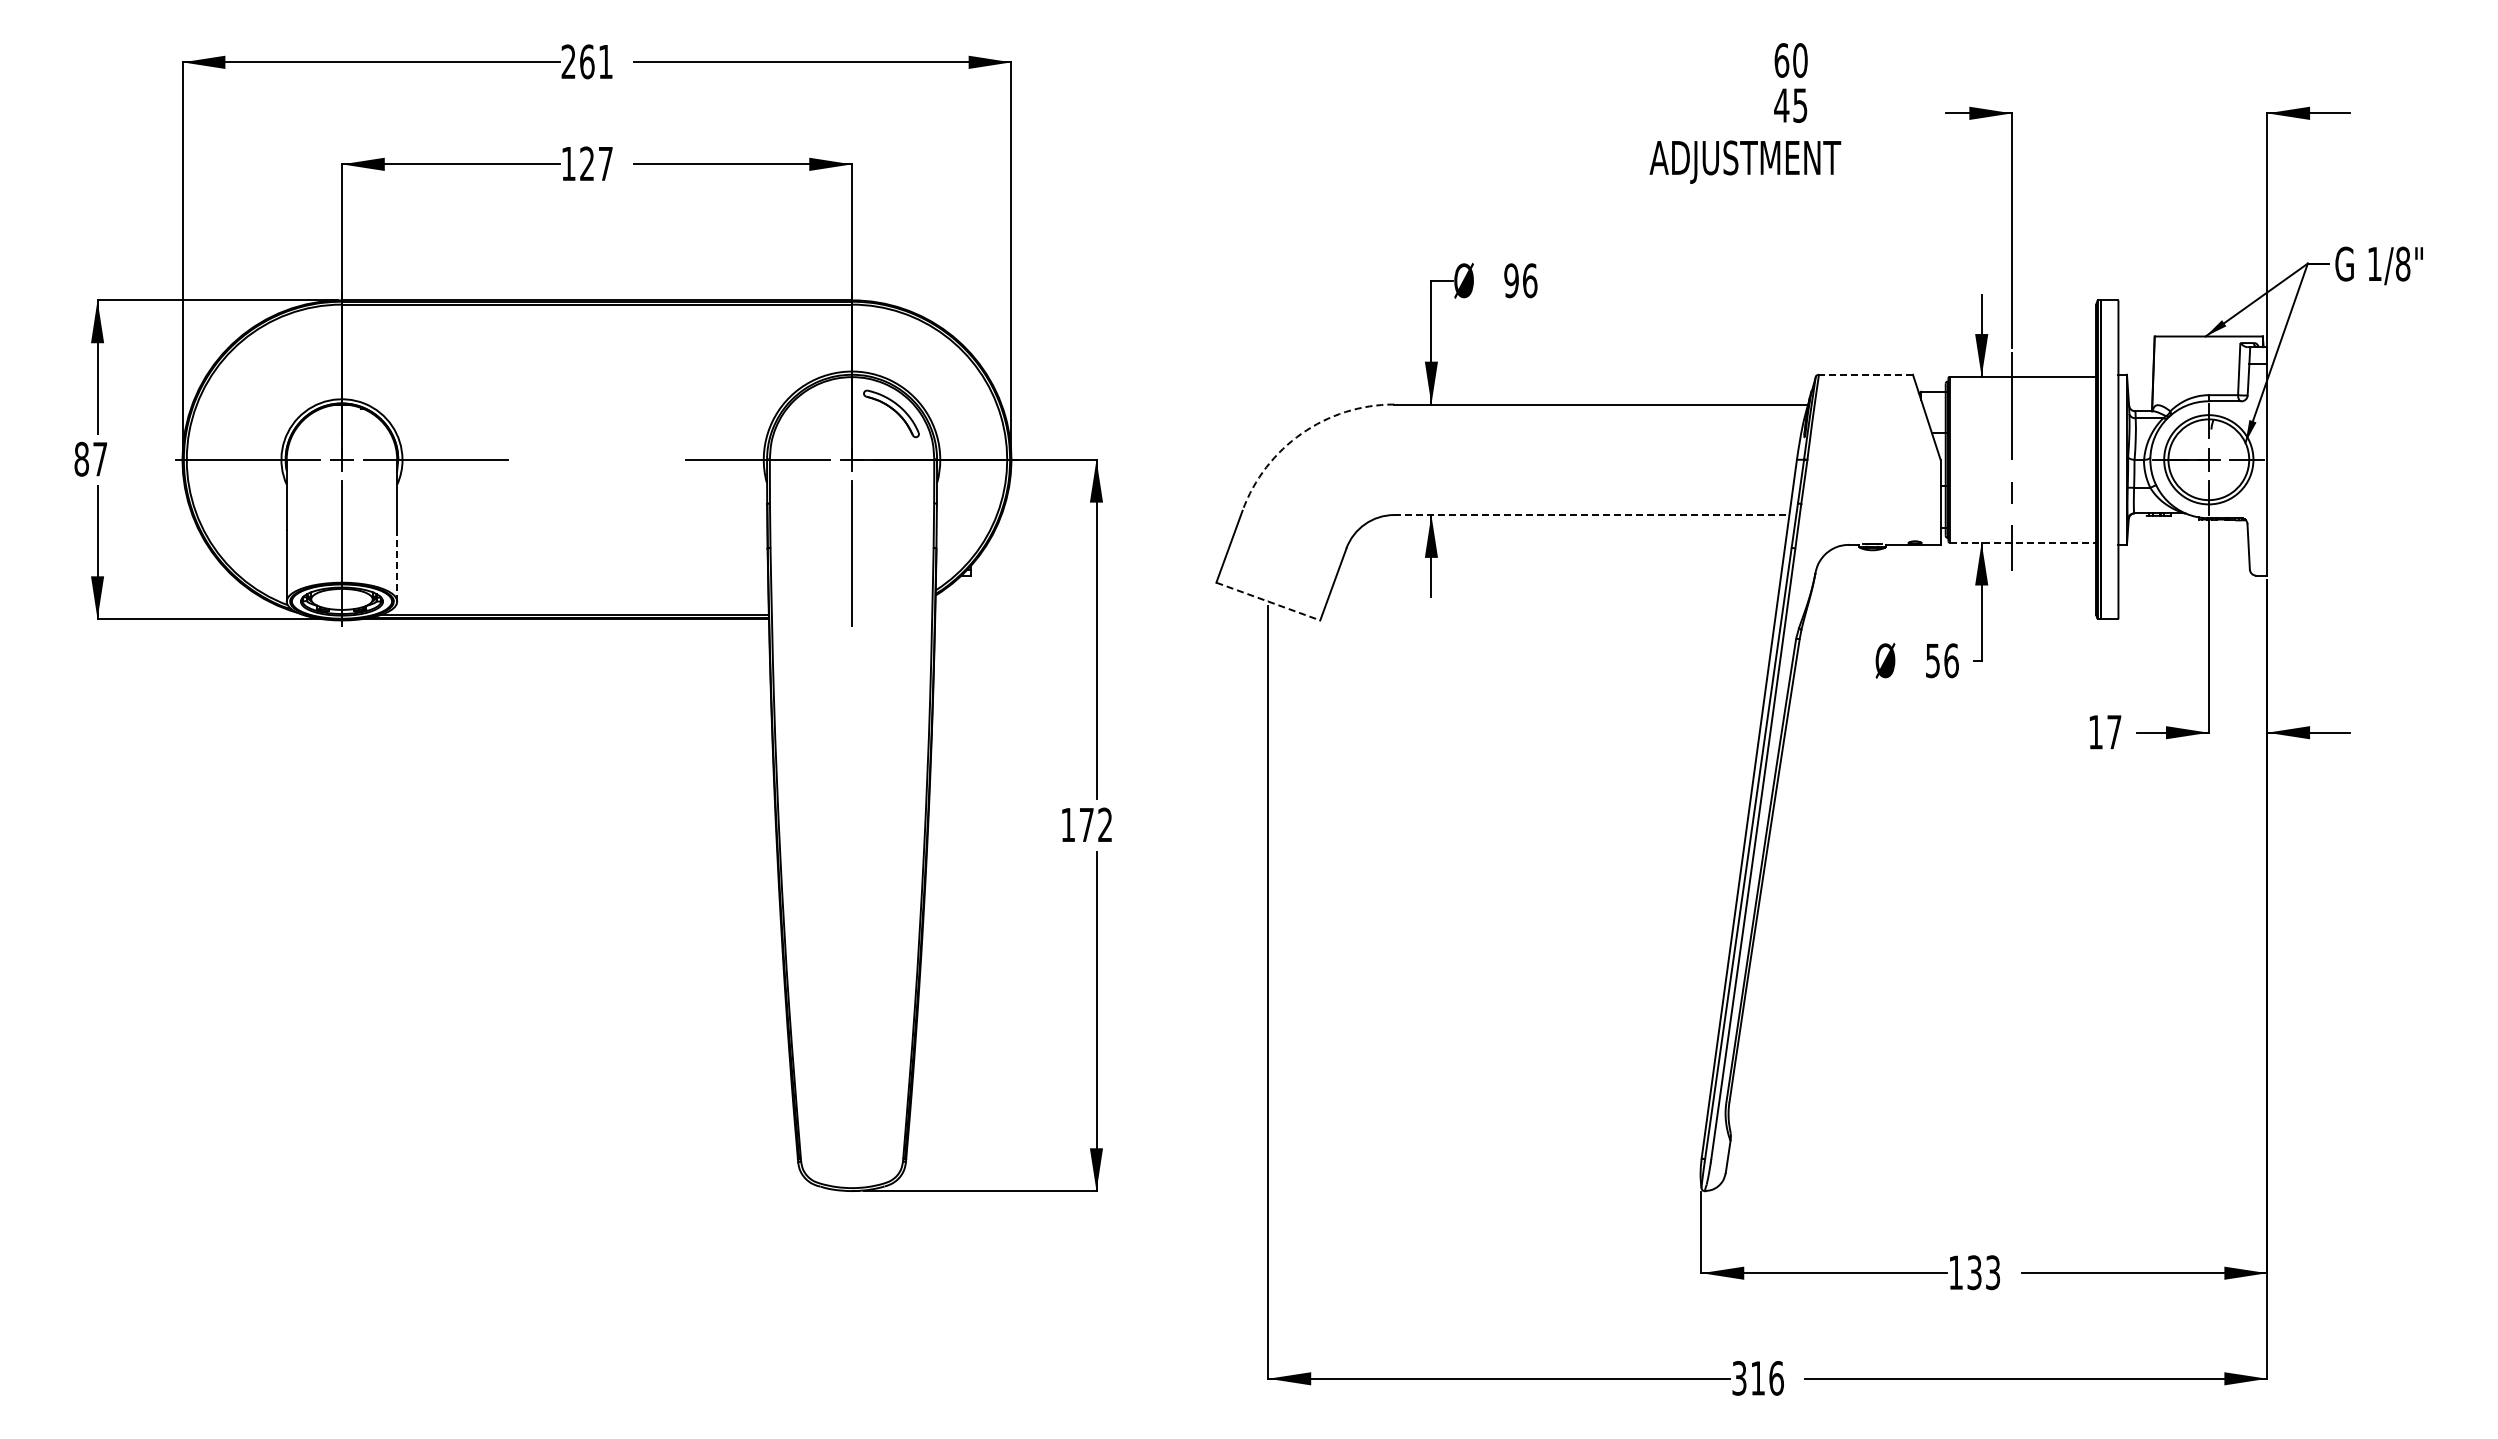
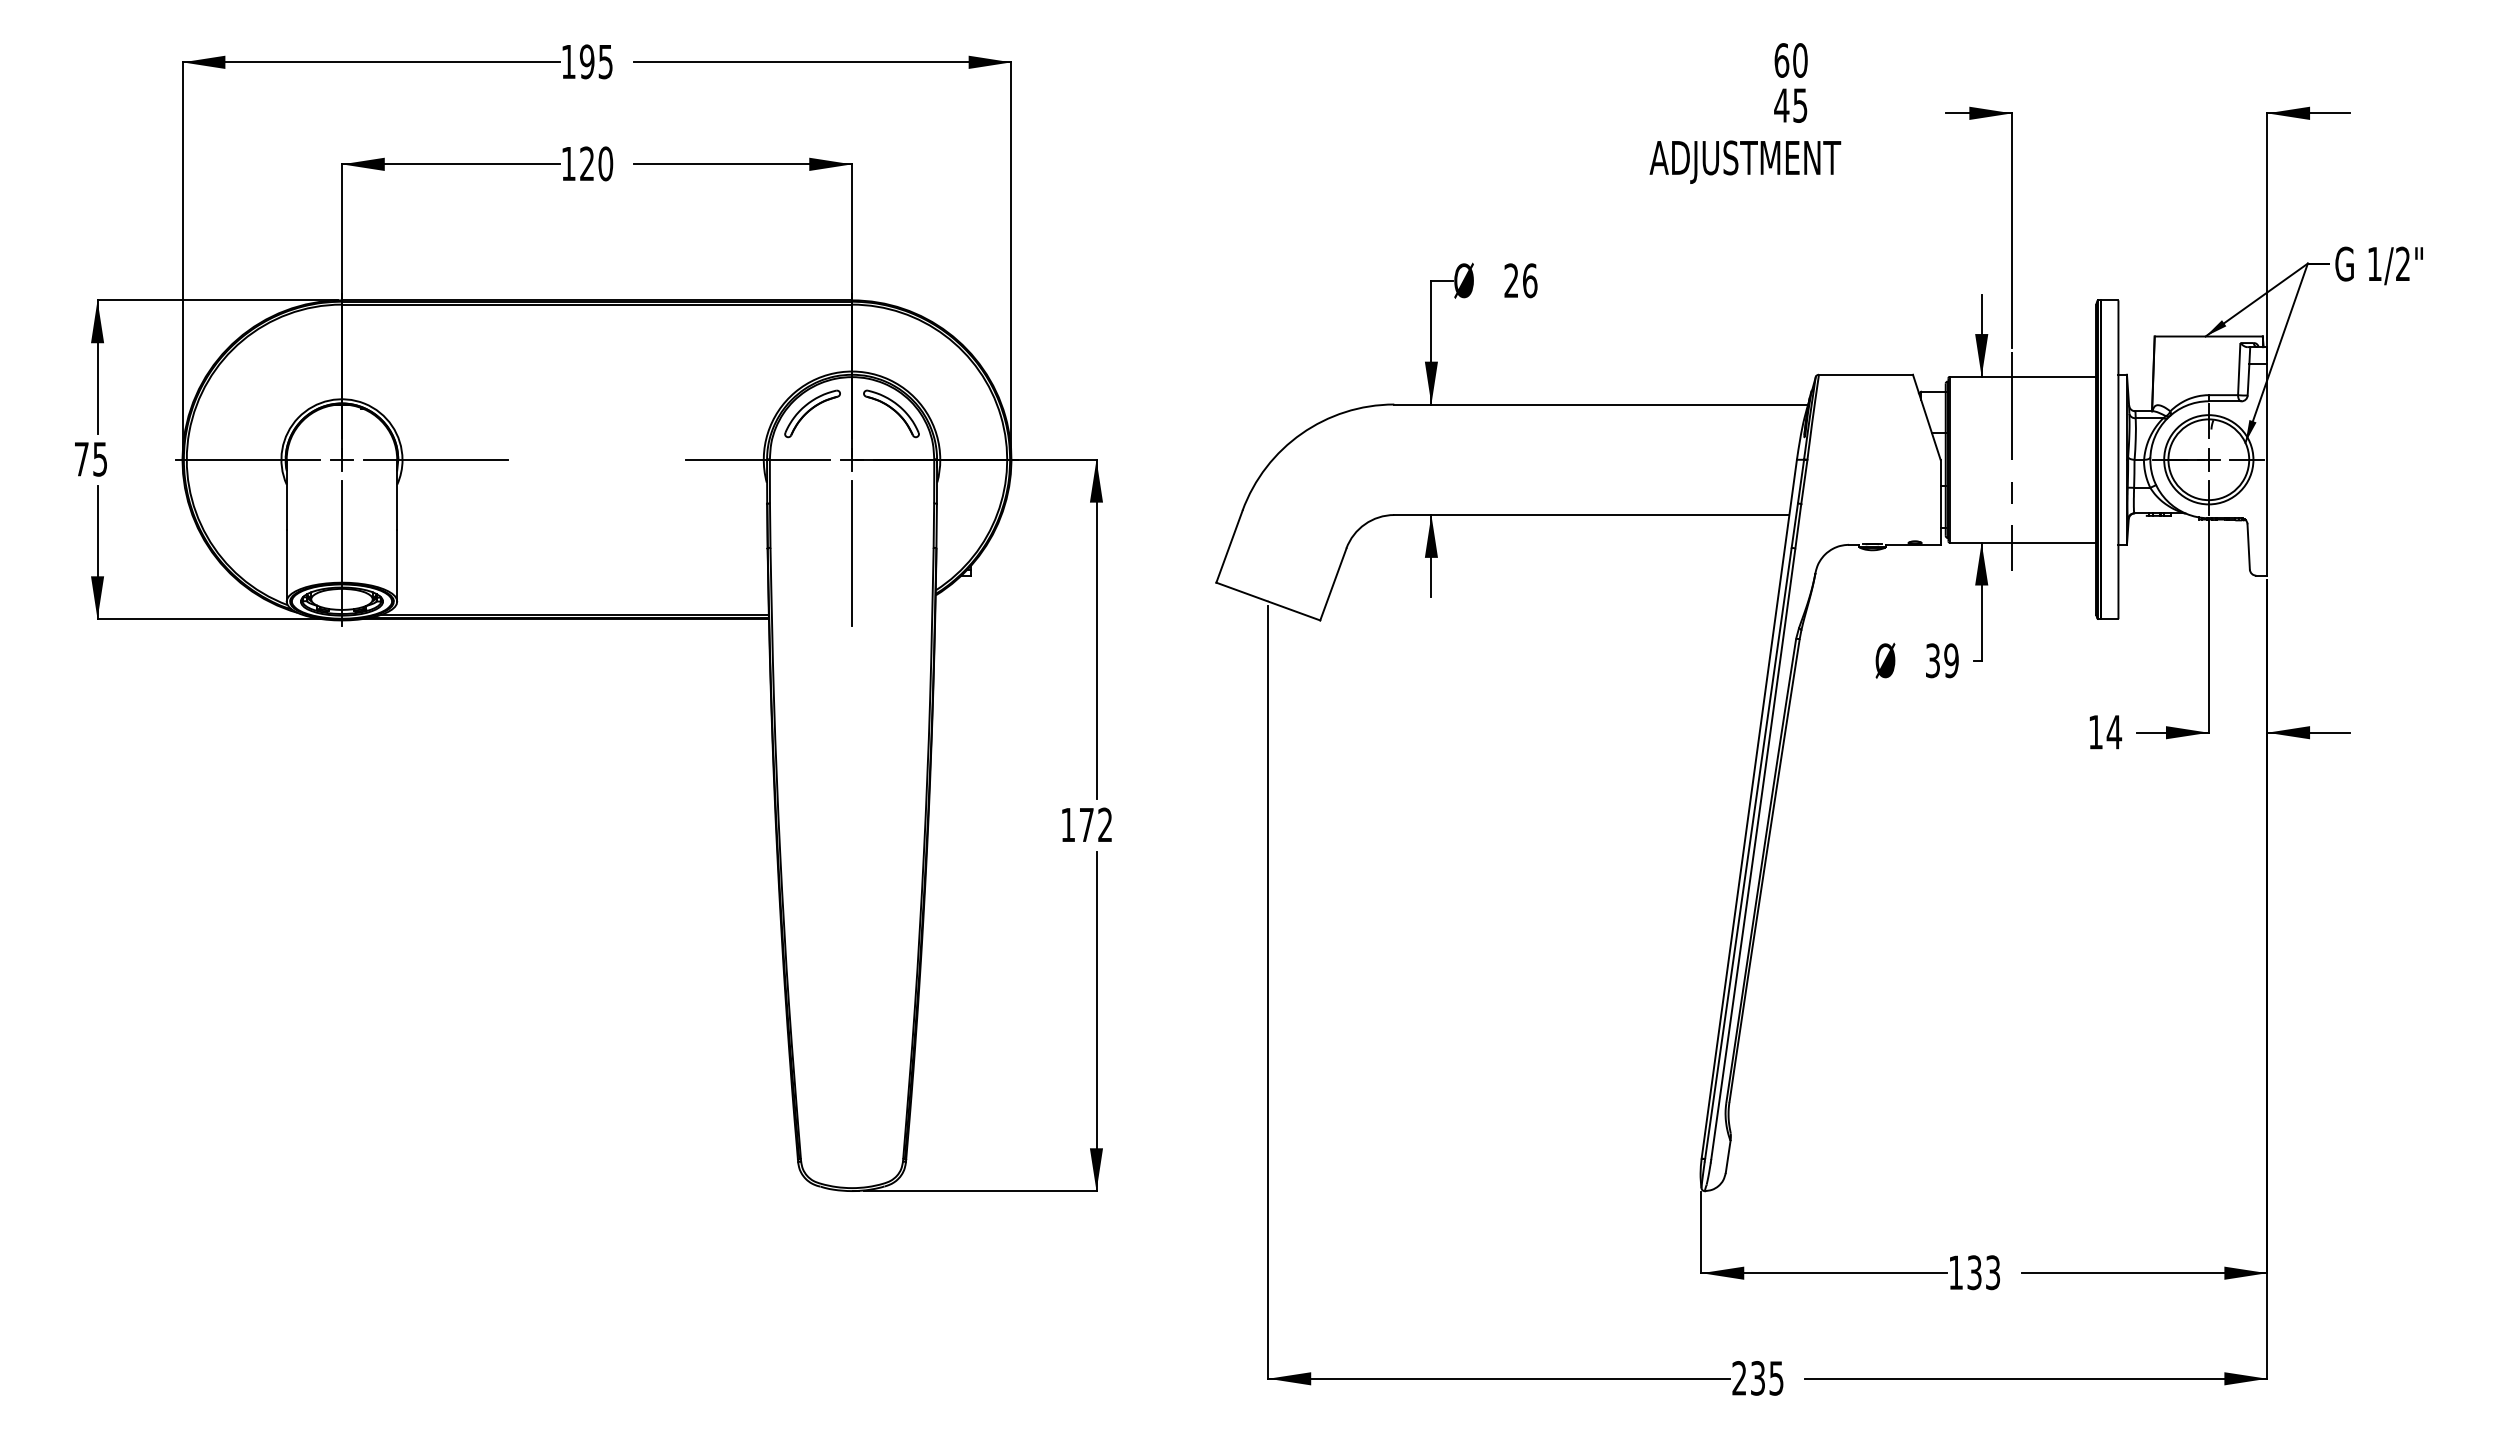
text at (586, 61): 261 -> 195
text at (605, 163): 127 -> 120
text at (2403, 263): 1/8" -> 1/2"
text at (1511, 280): 96 -> 26
line at (1865, 374): dashed -> solid
part at (812, 413): none -> present
arc at (1301, 433): dashed -> solid
text at (90, 458): 87 -> 75
line at (1591, 515): dashed -> solid
line at (2023, 542): dashed -> solid
line at (397, 565): dashed -> solid
line at (1268, 601): dashed -> solid
text at (1942, 660): 56 -> 39
text at (2114, 732): 17 -> 14
text at (1757, 1378): 316 -> 235
